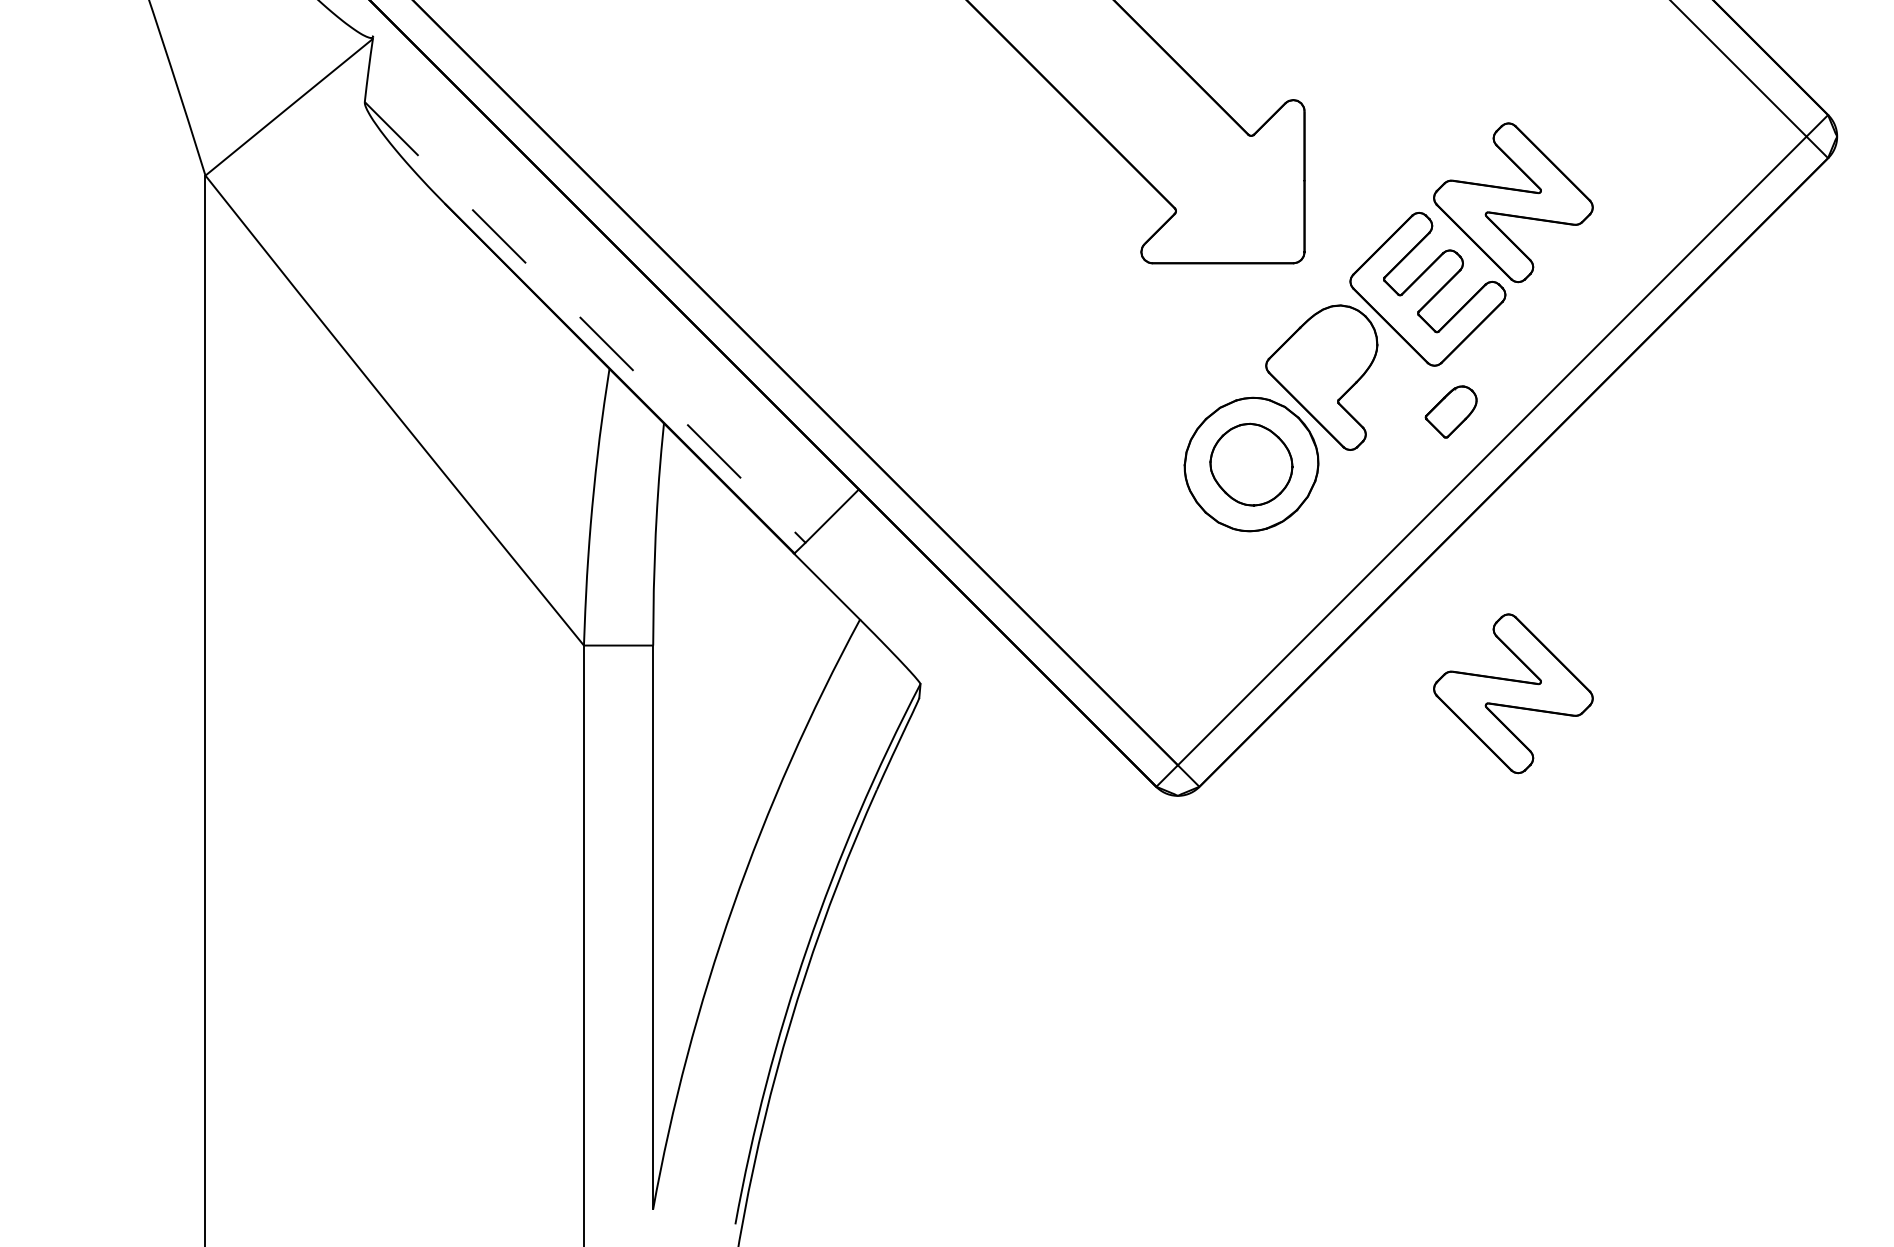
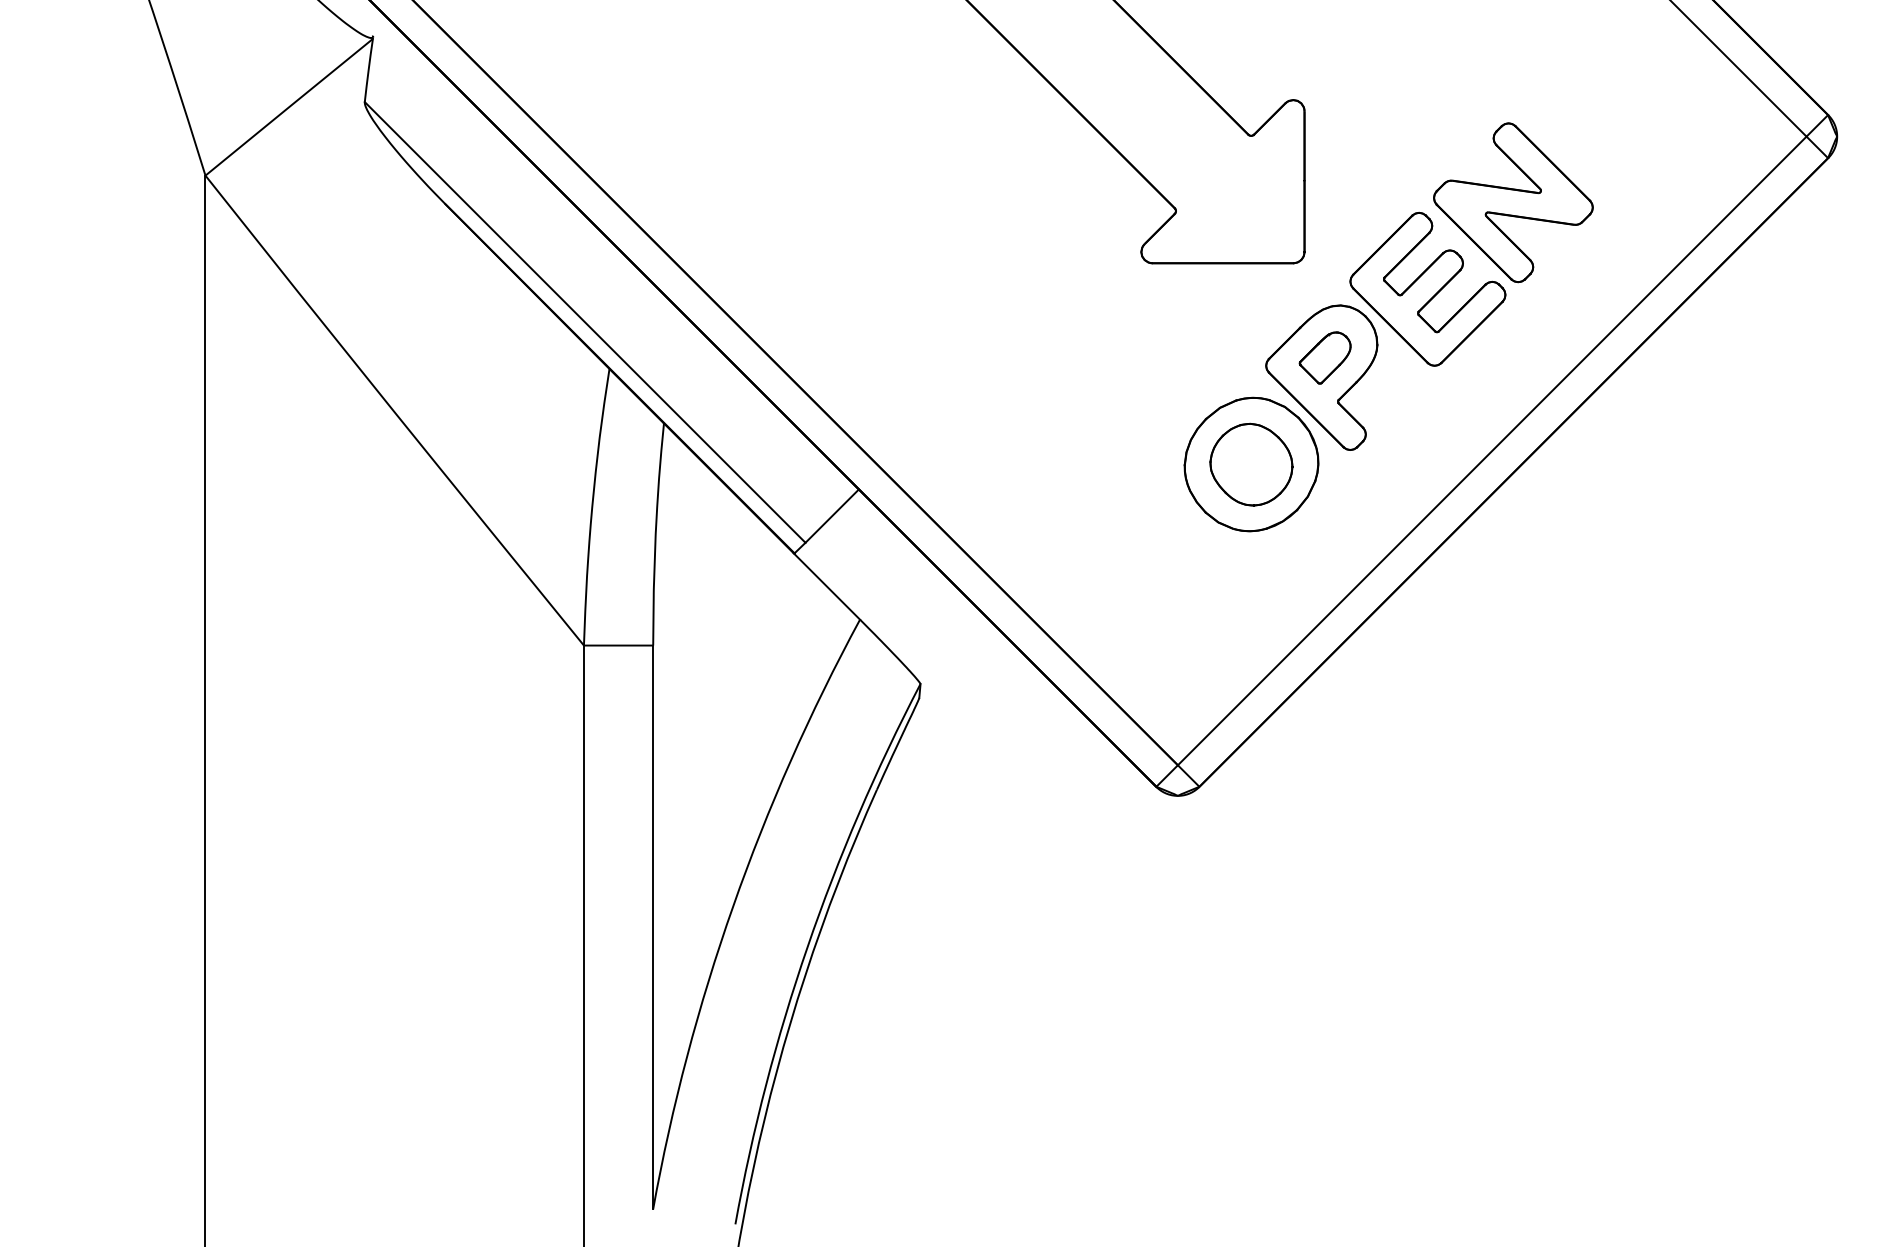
line at (585, 322): dashed -> solid
part at (1450, 411) position: (1450, 411) -> (1324, 357)
part at (1513, 693): present -> none
